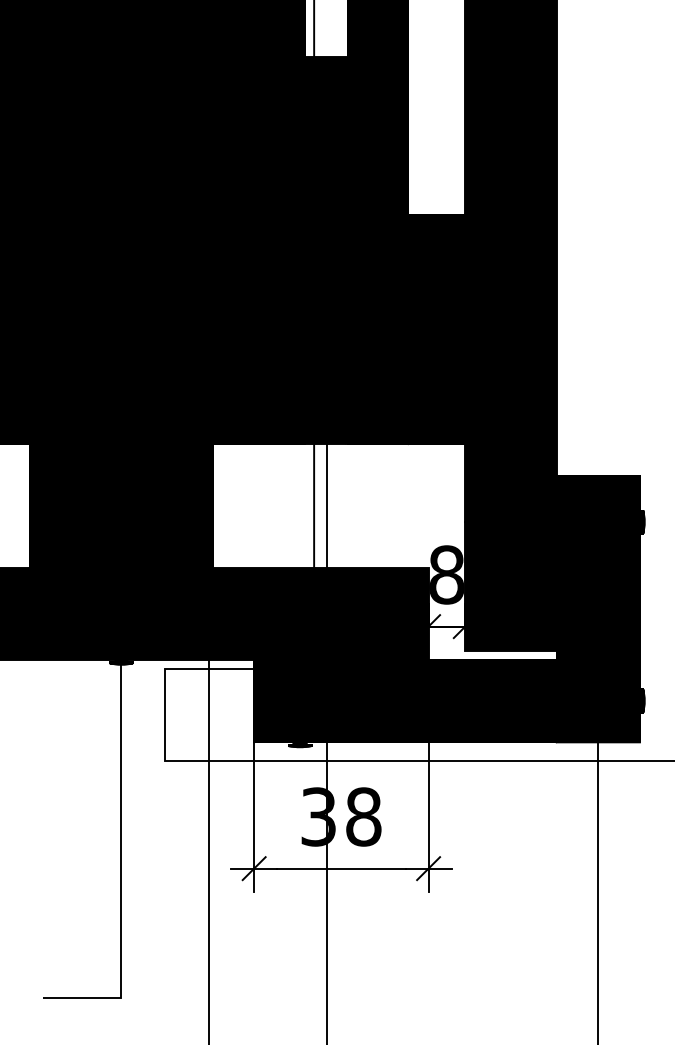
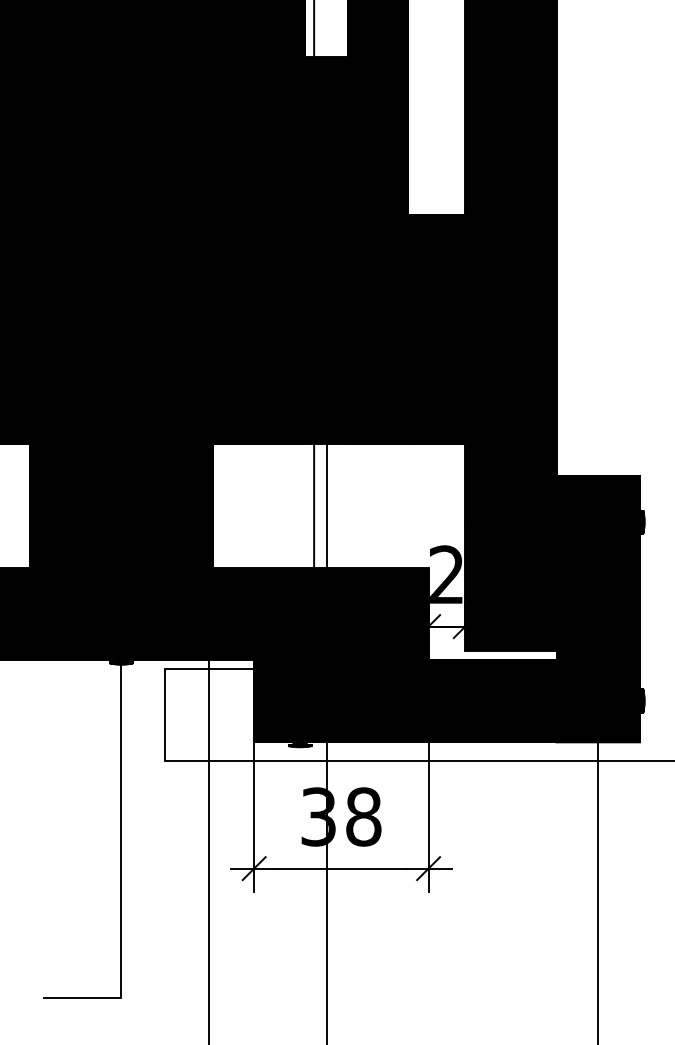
text at (446, 574): 8 -> 2
